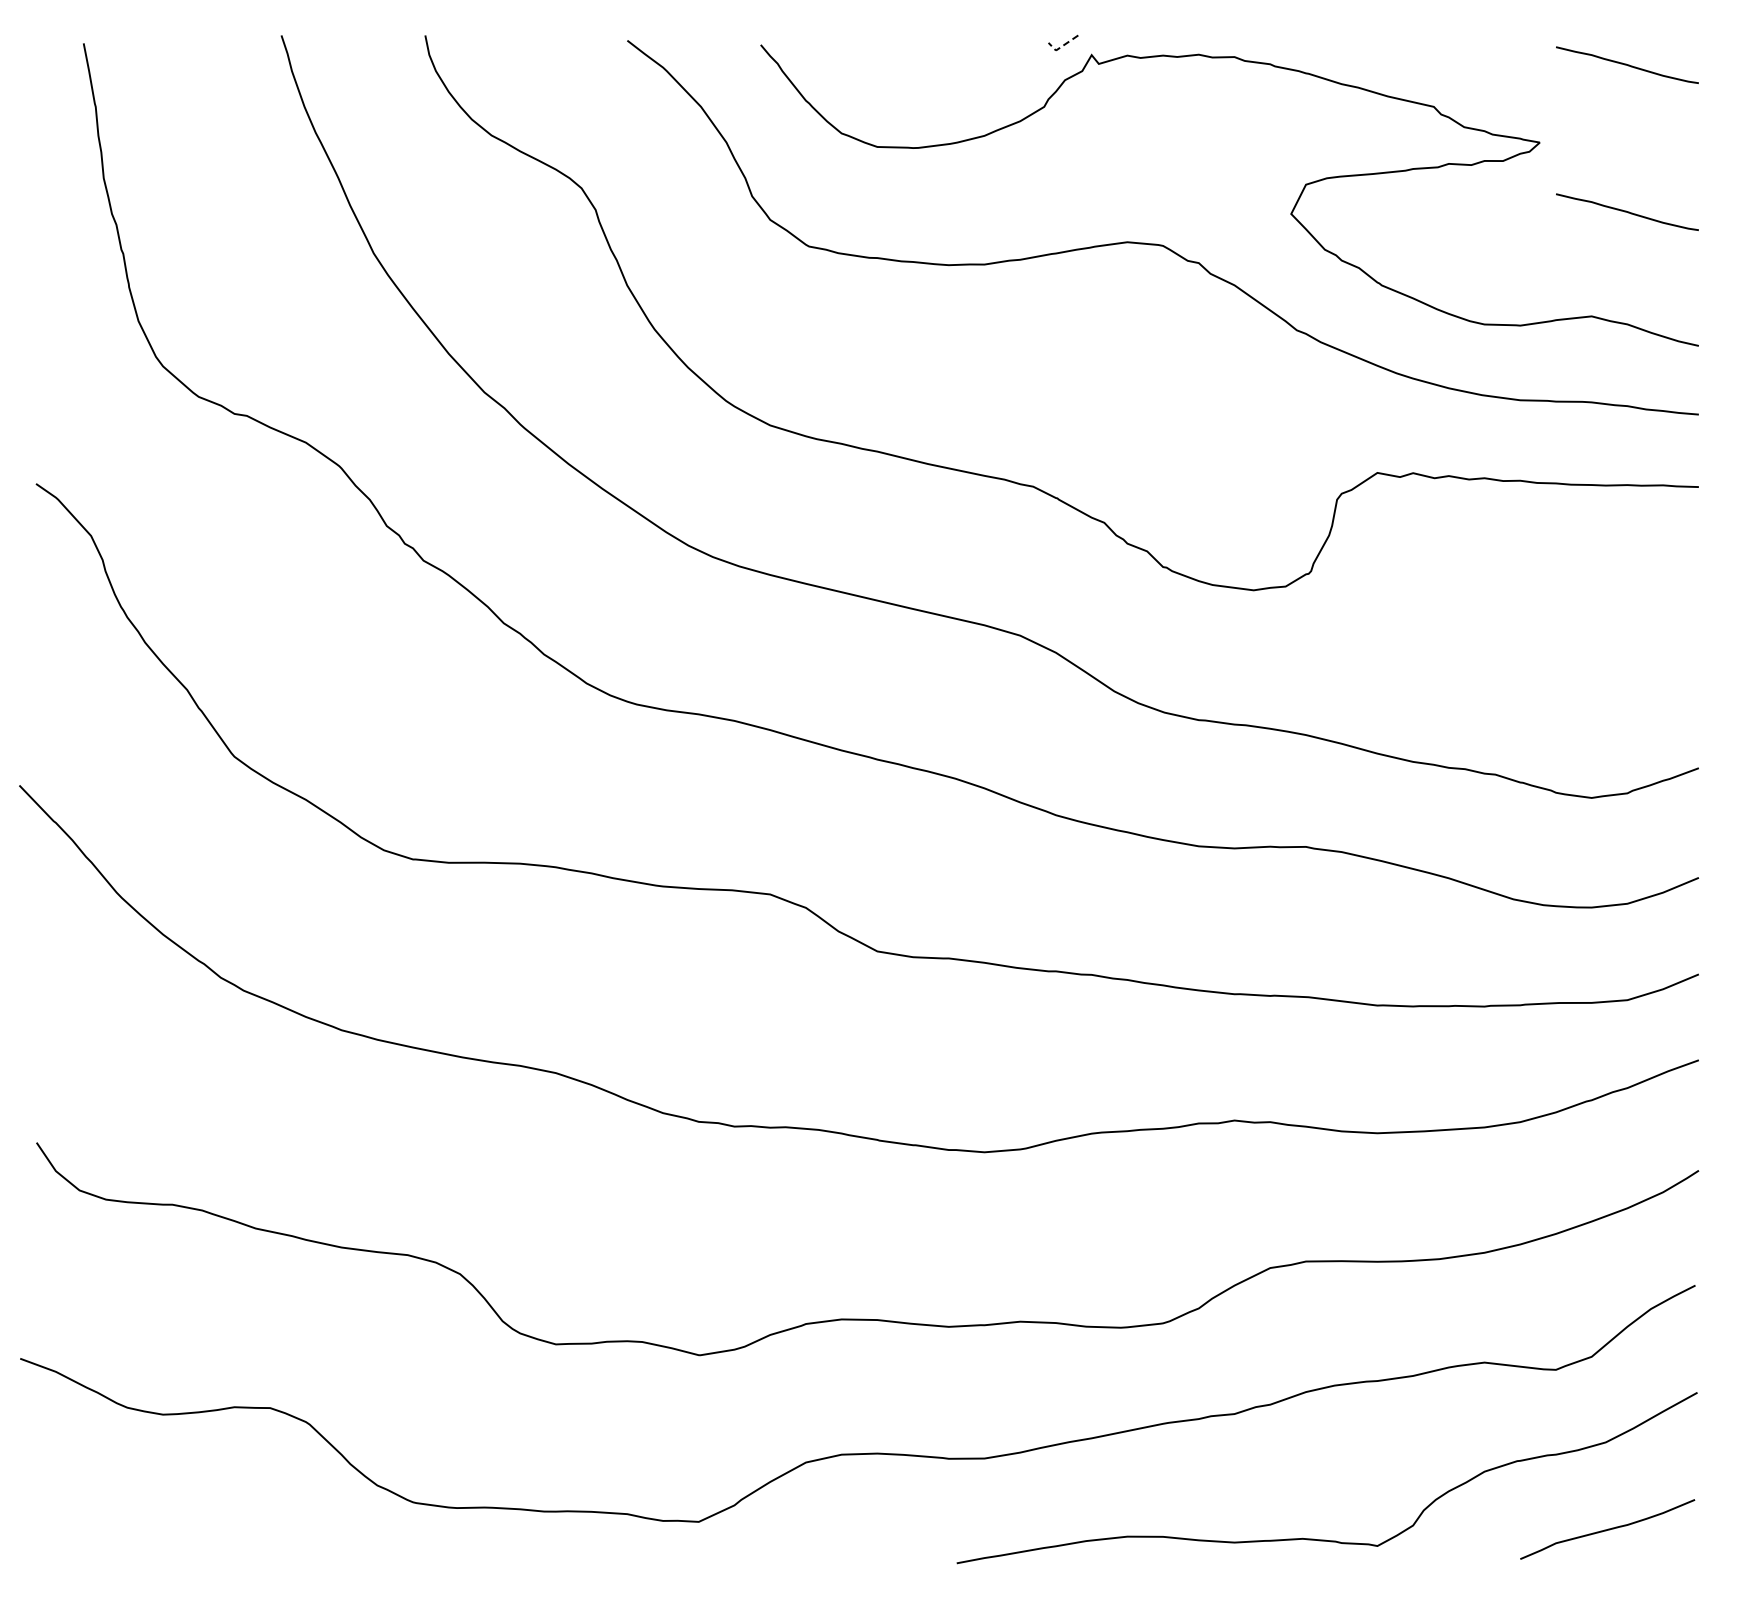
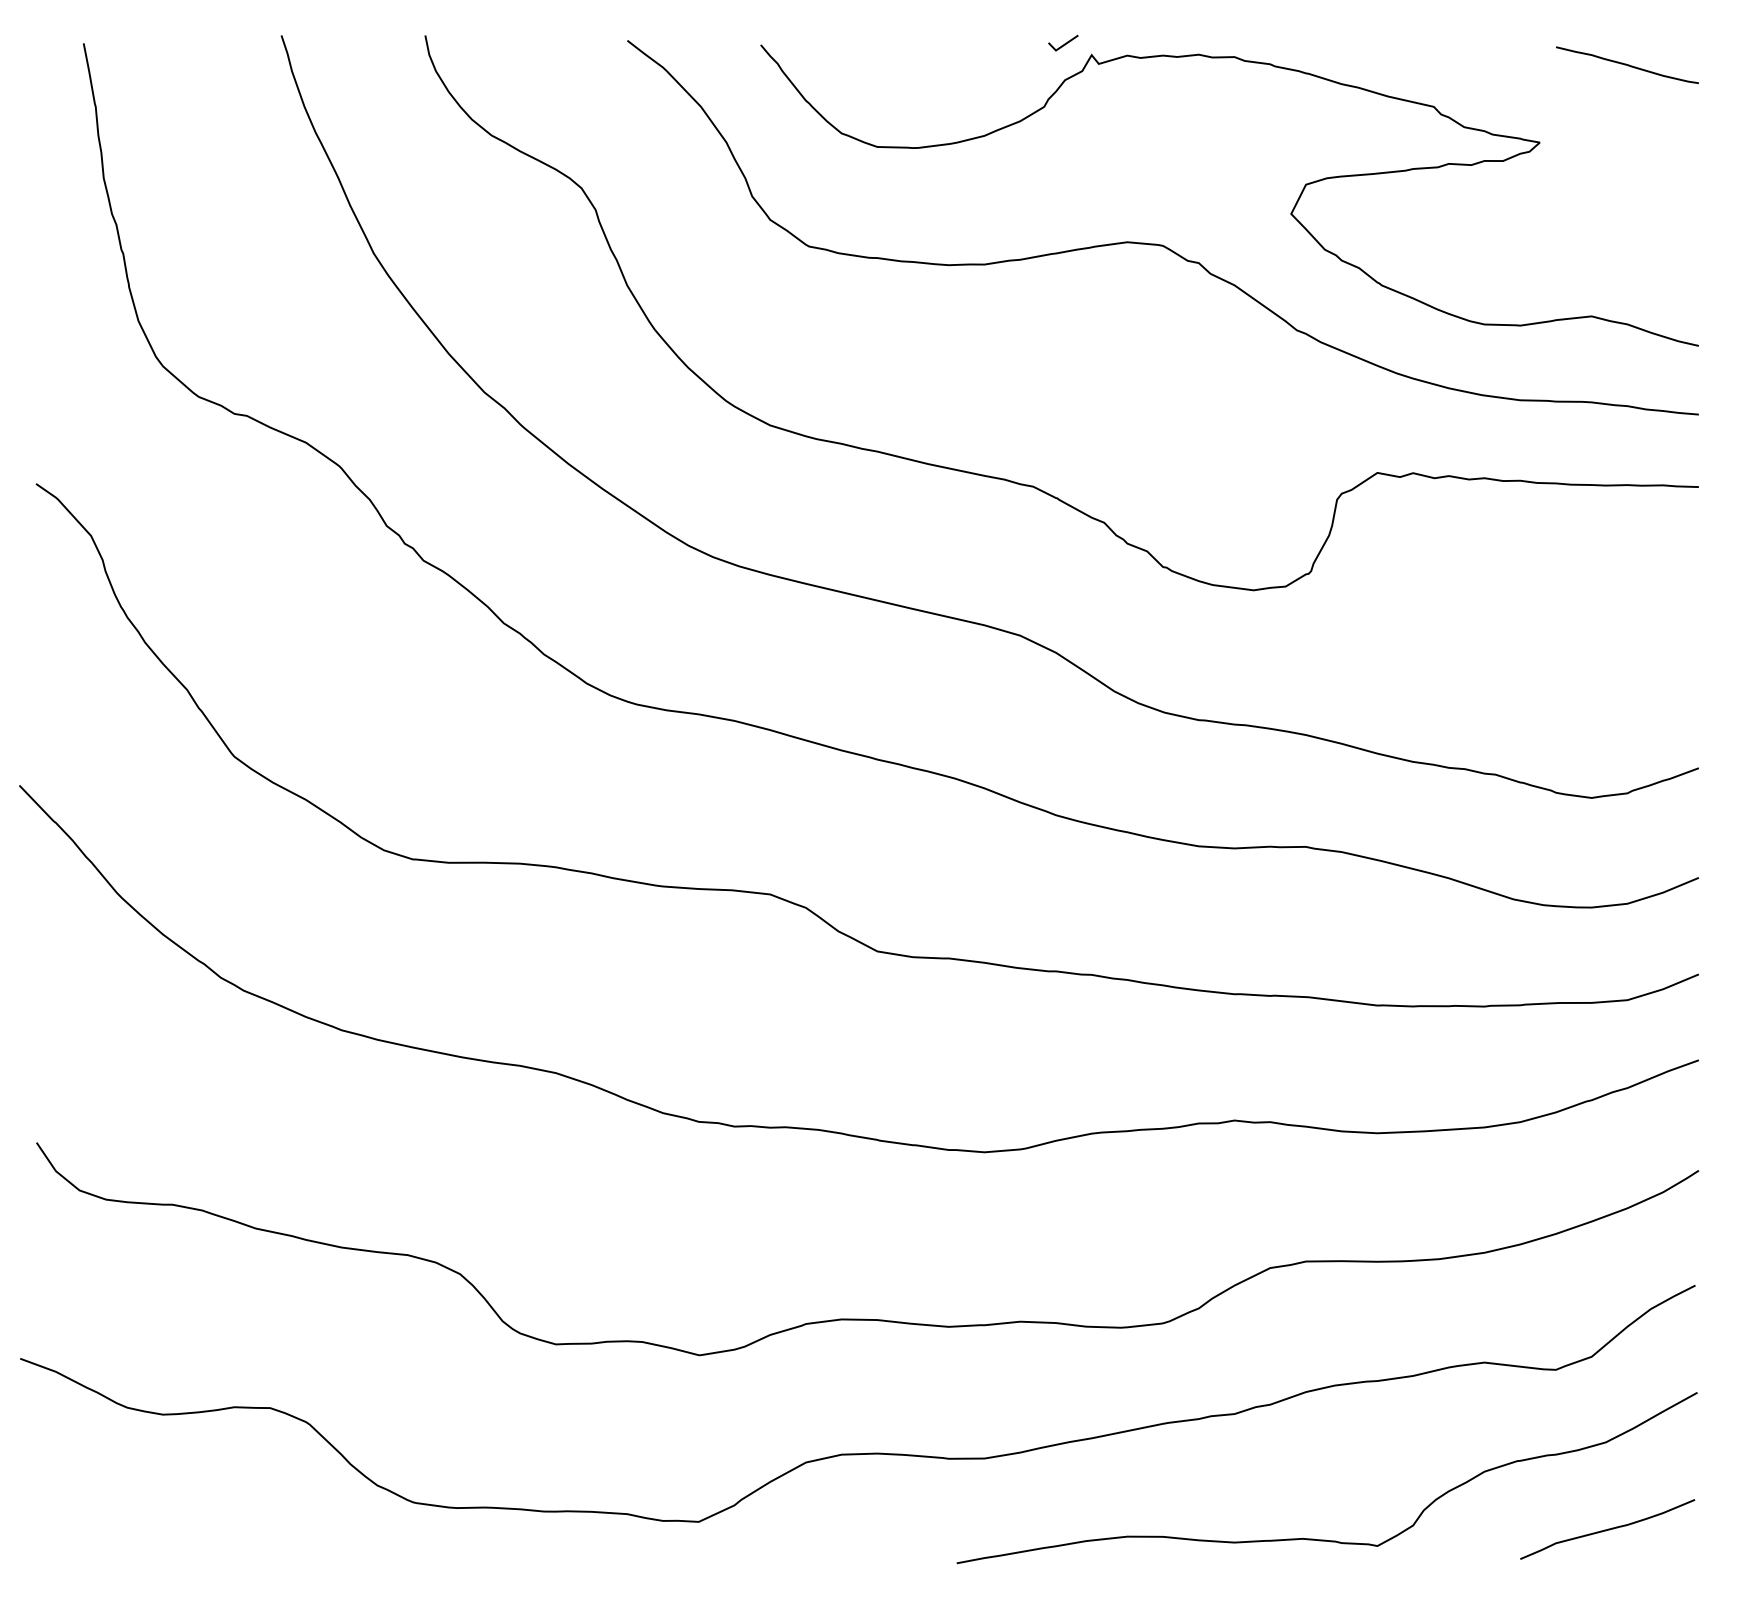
line at (1061, 46): dashed -> solid
curve at (1627, 211): present -> none
